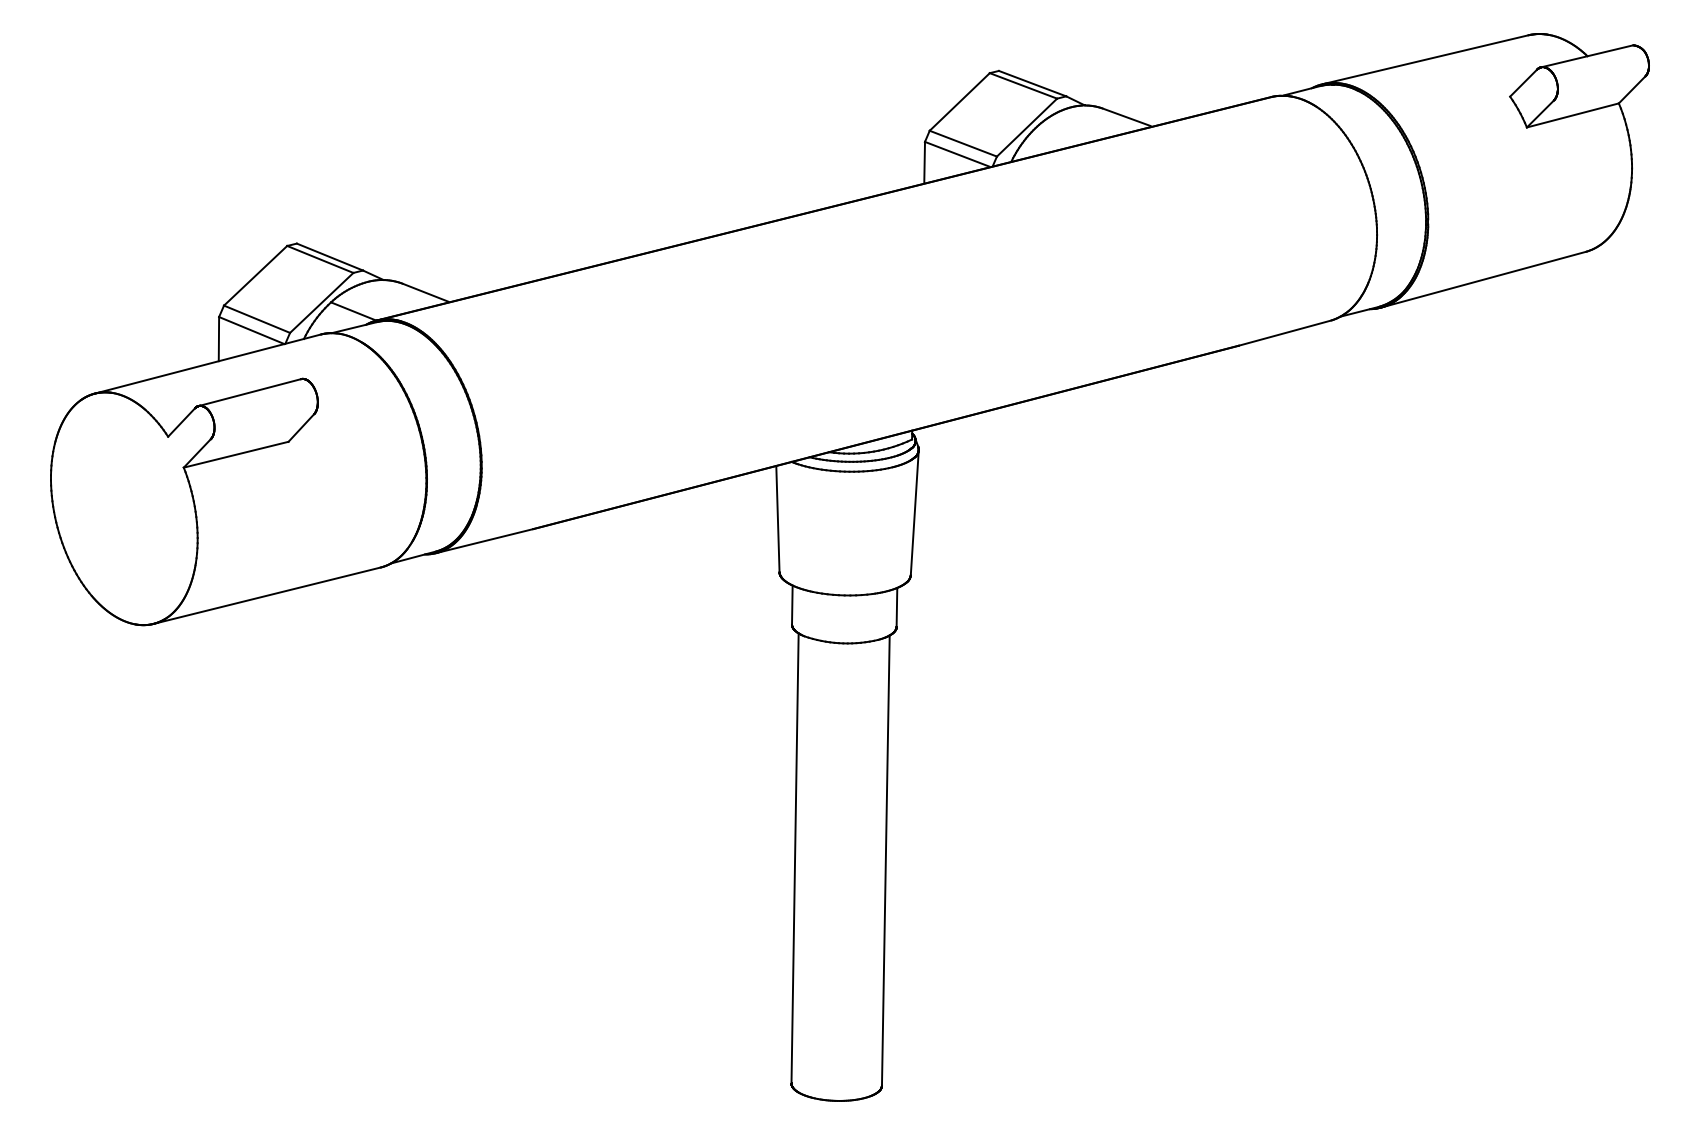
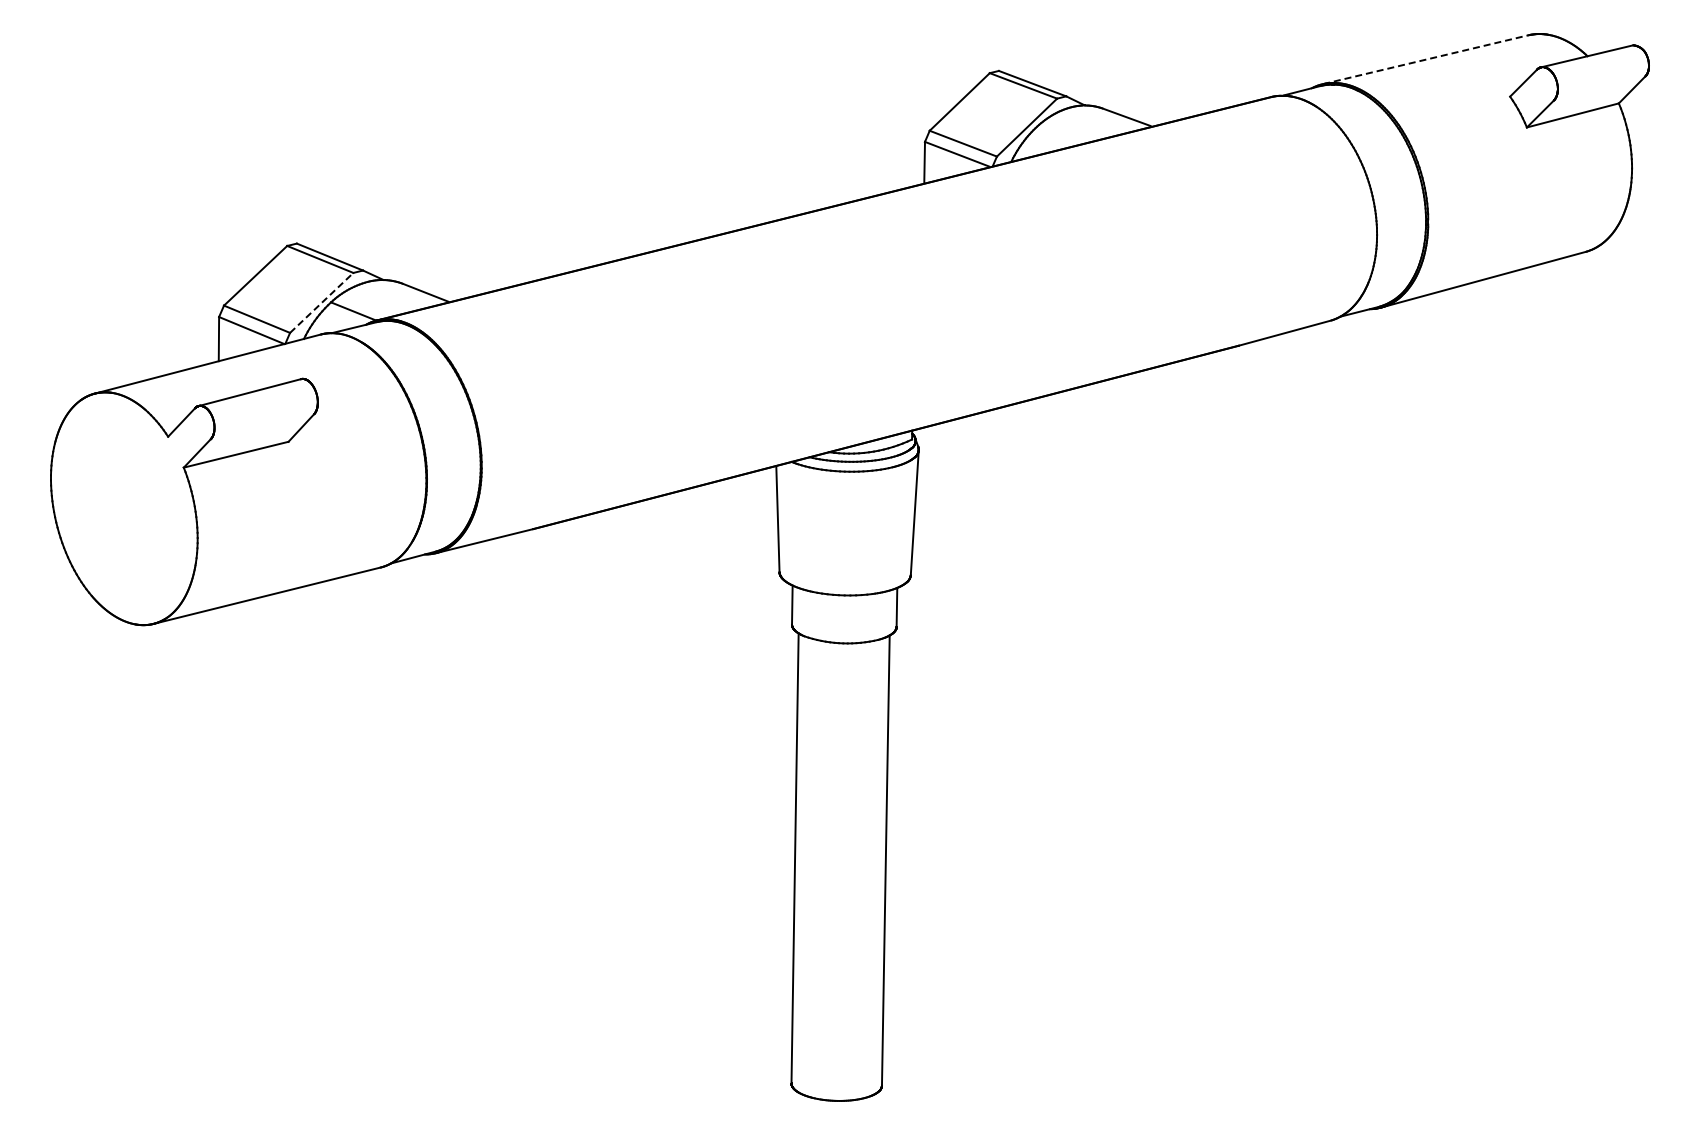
line at (1425, 59): solid -> dashed
line at (321, 302): solid -> dashed
